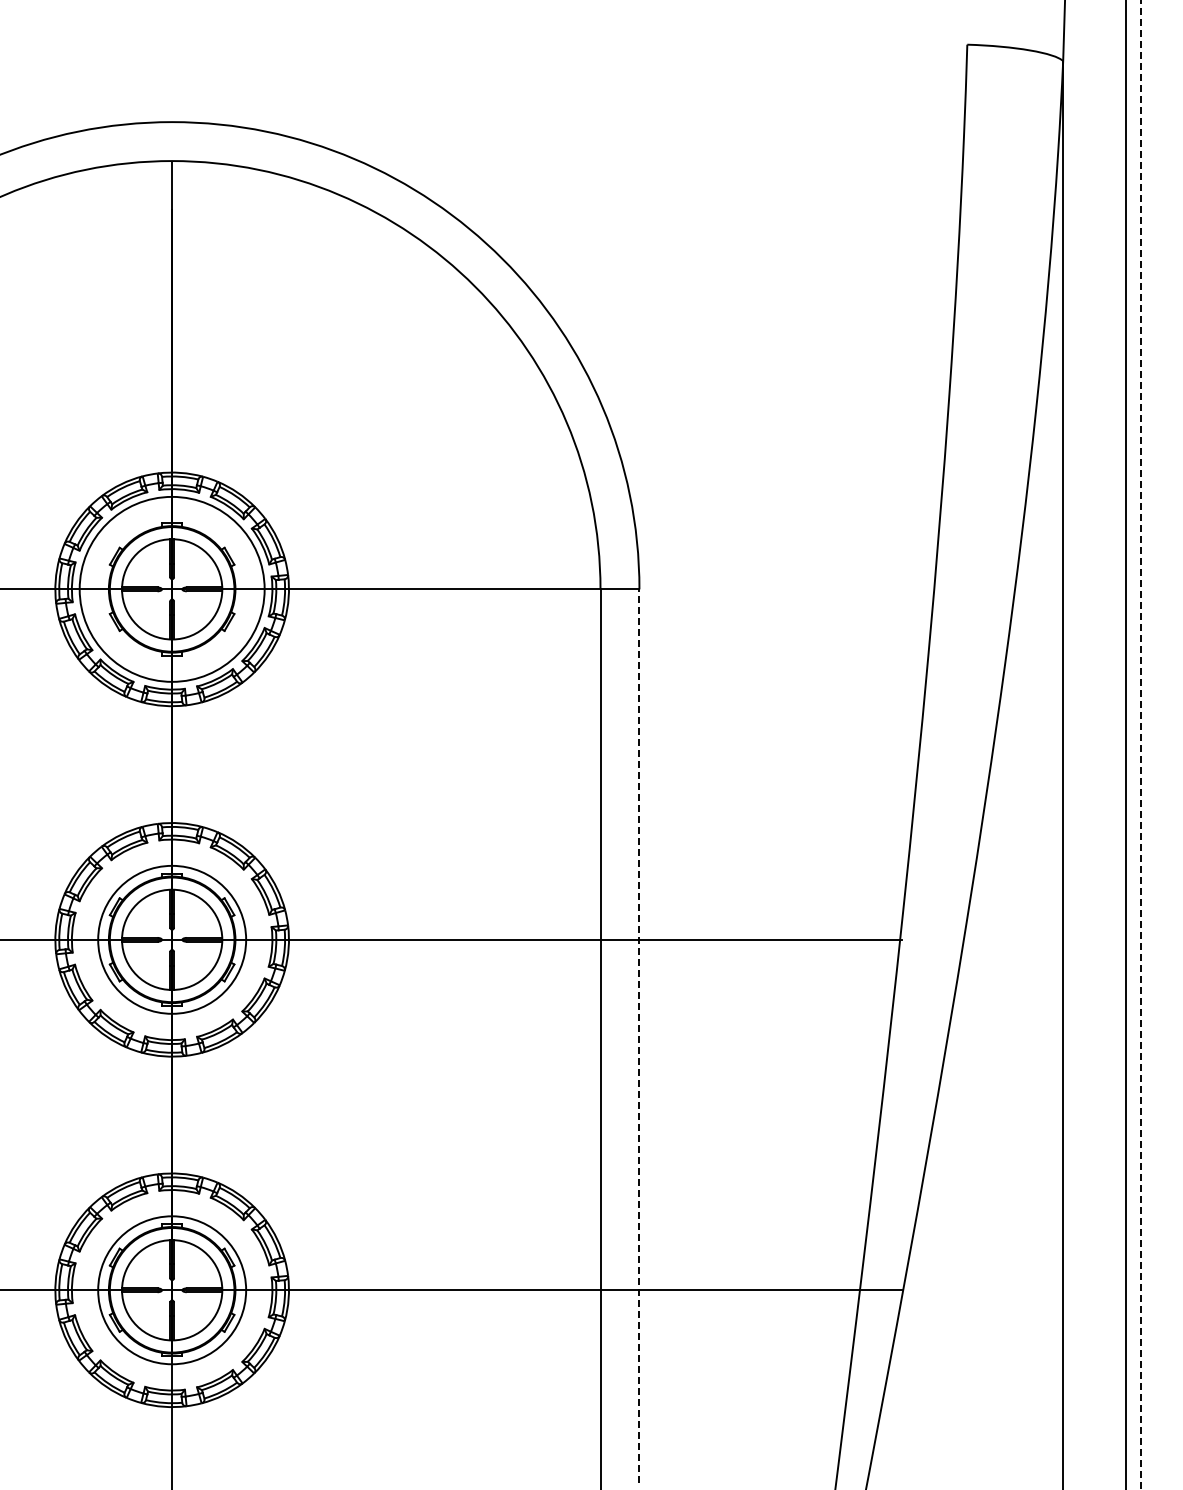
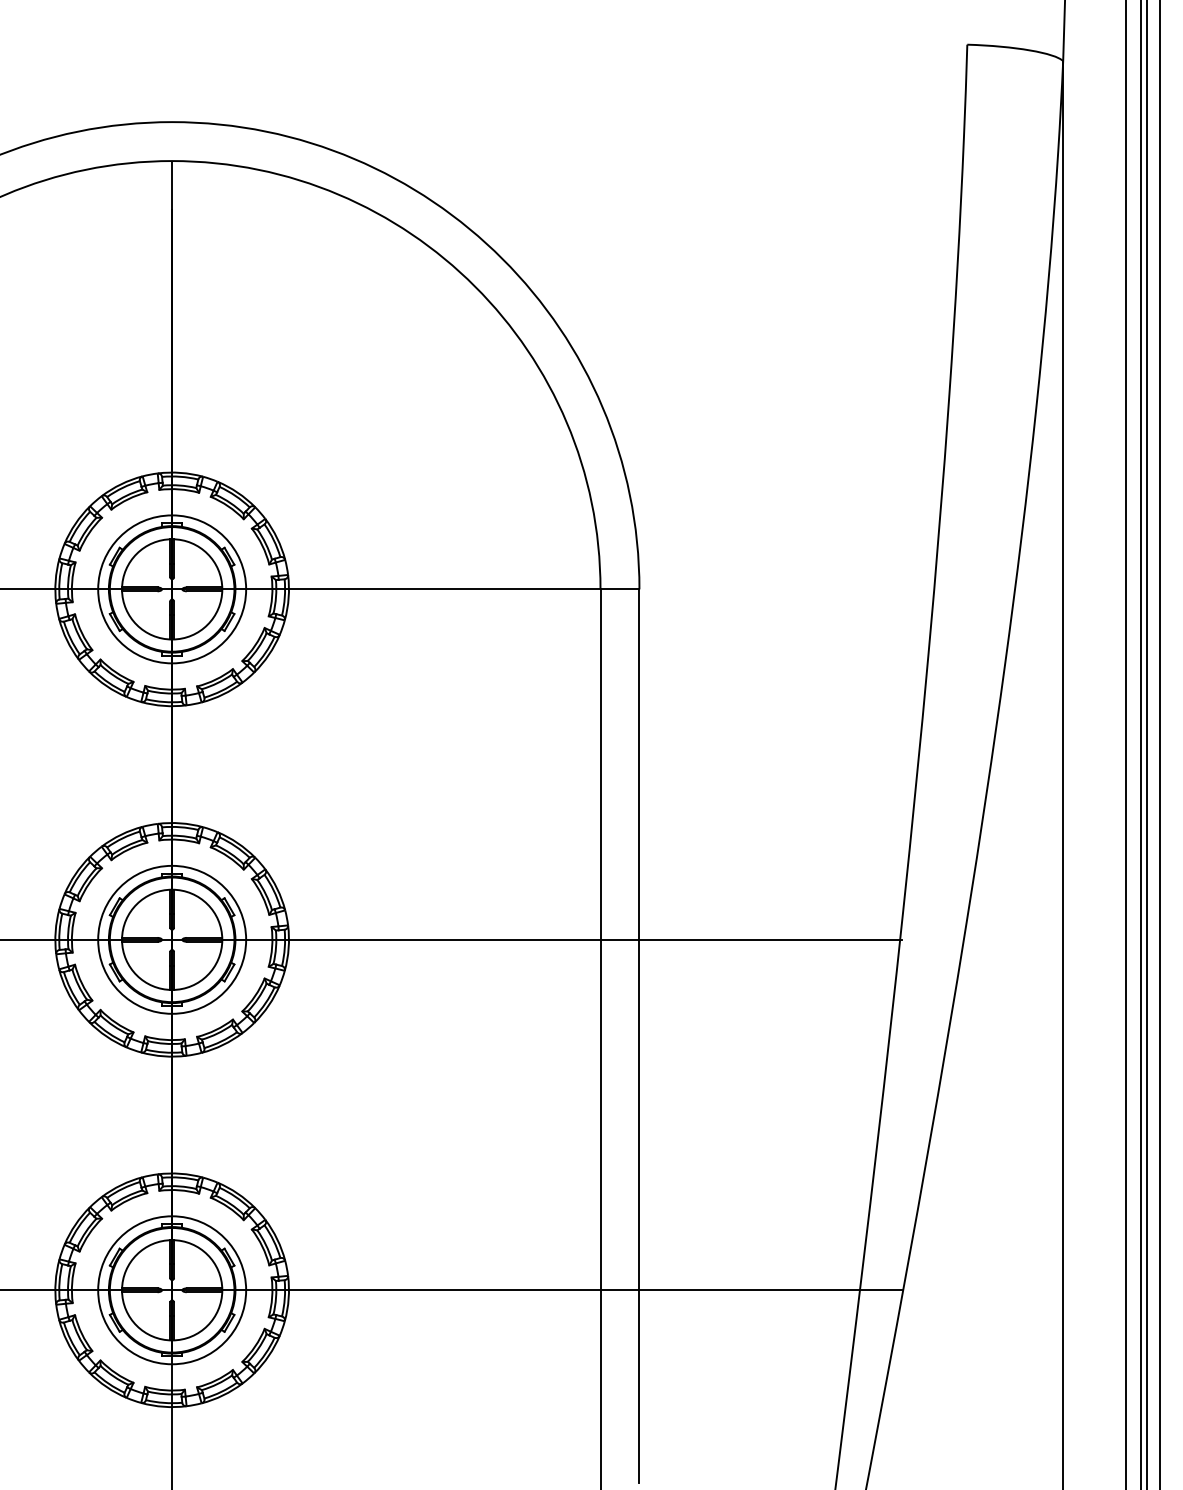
circle at (171, 588) diameter: 185 px -> 148 px
line at (1140, 744): dashed -> solid
line at (1147, 744): none -> present
line at (1160, 744): none -> present
line at (639, 1035): dashed -> solid
